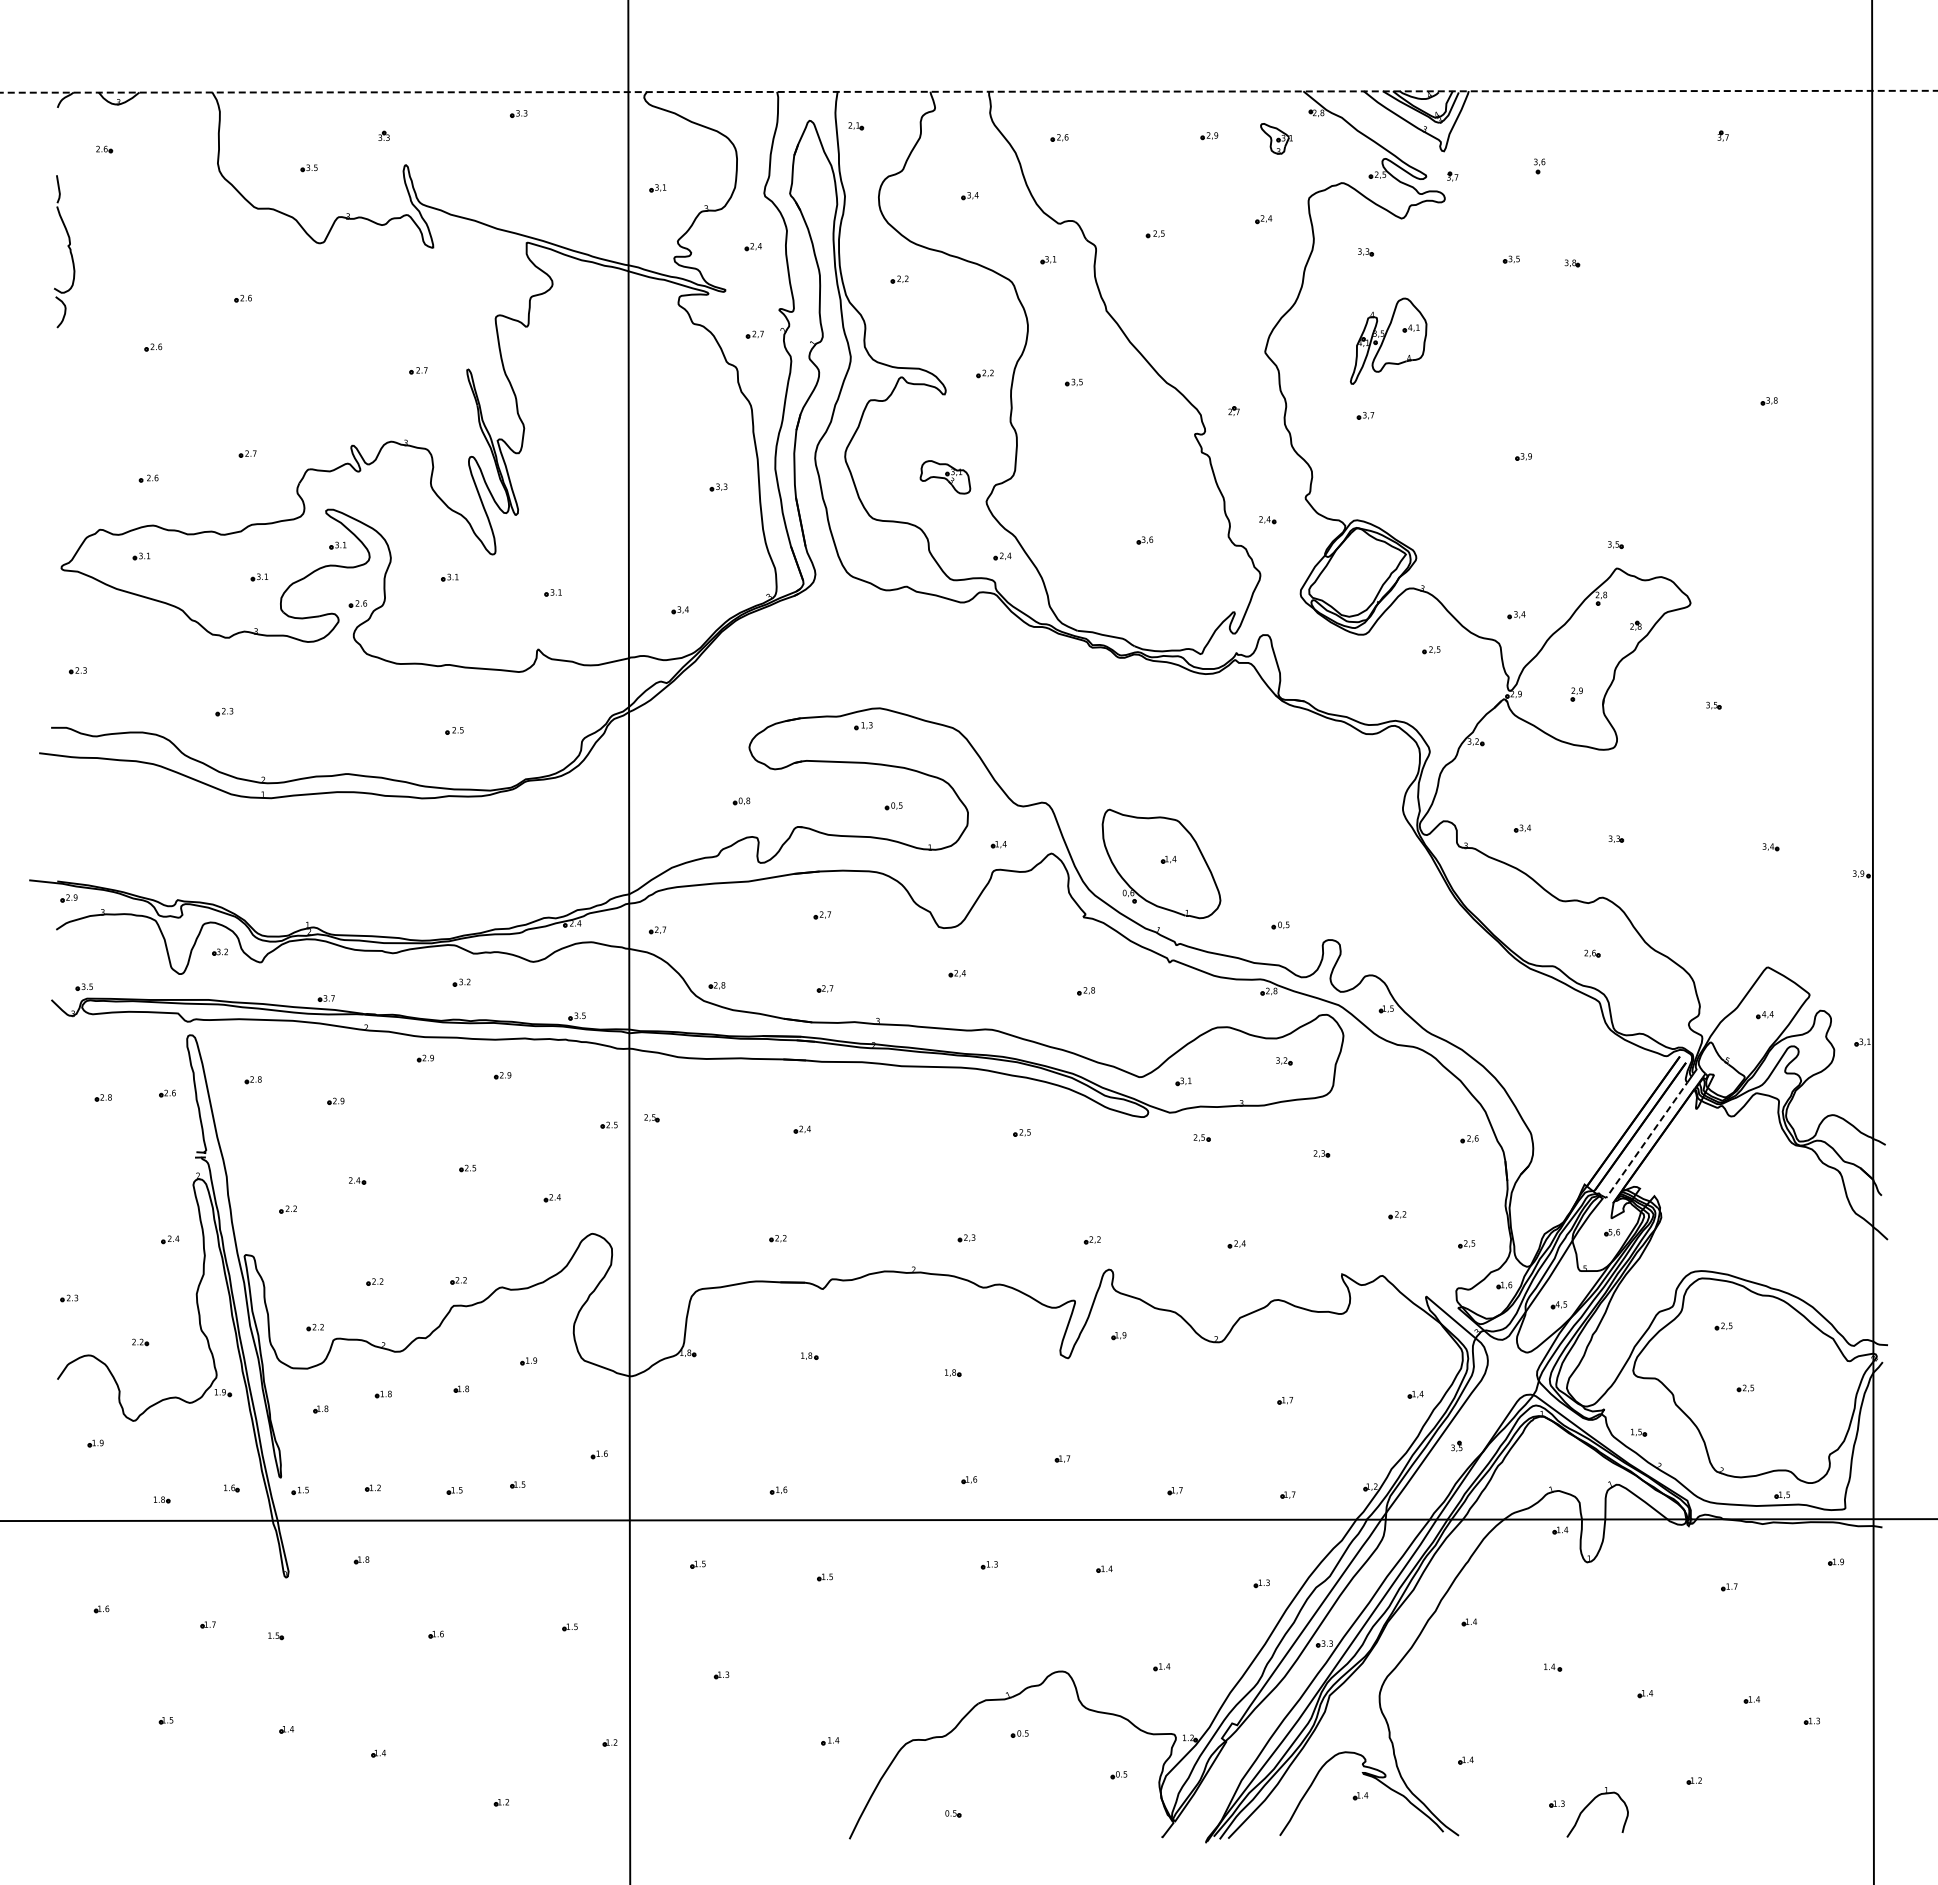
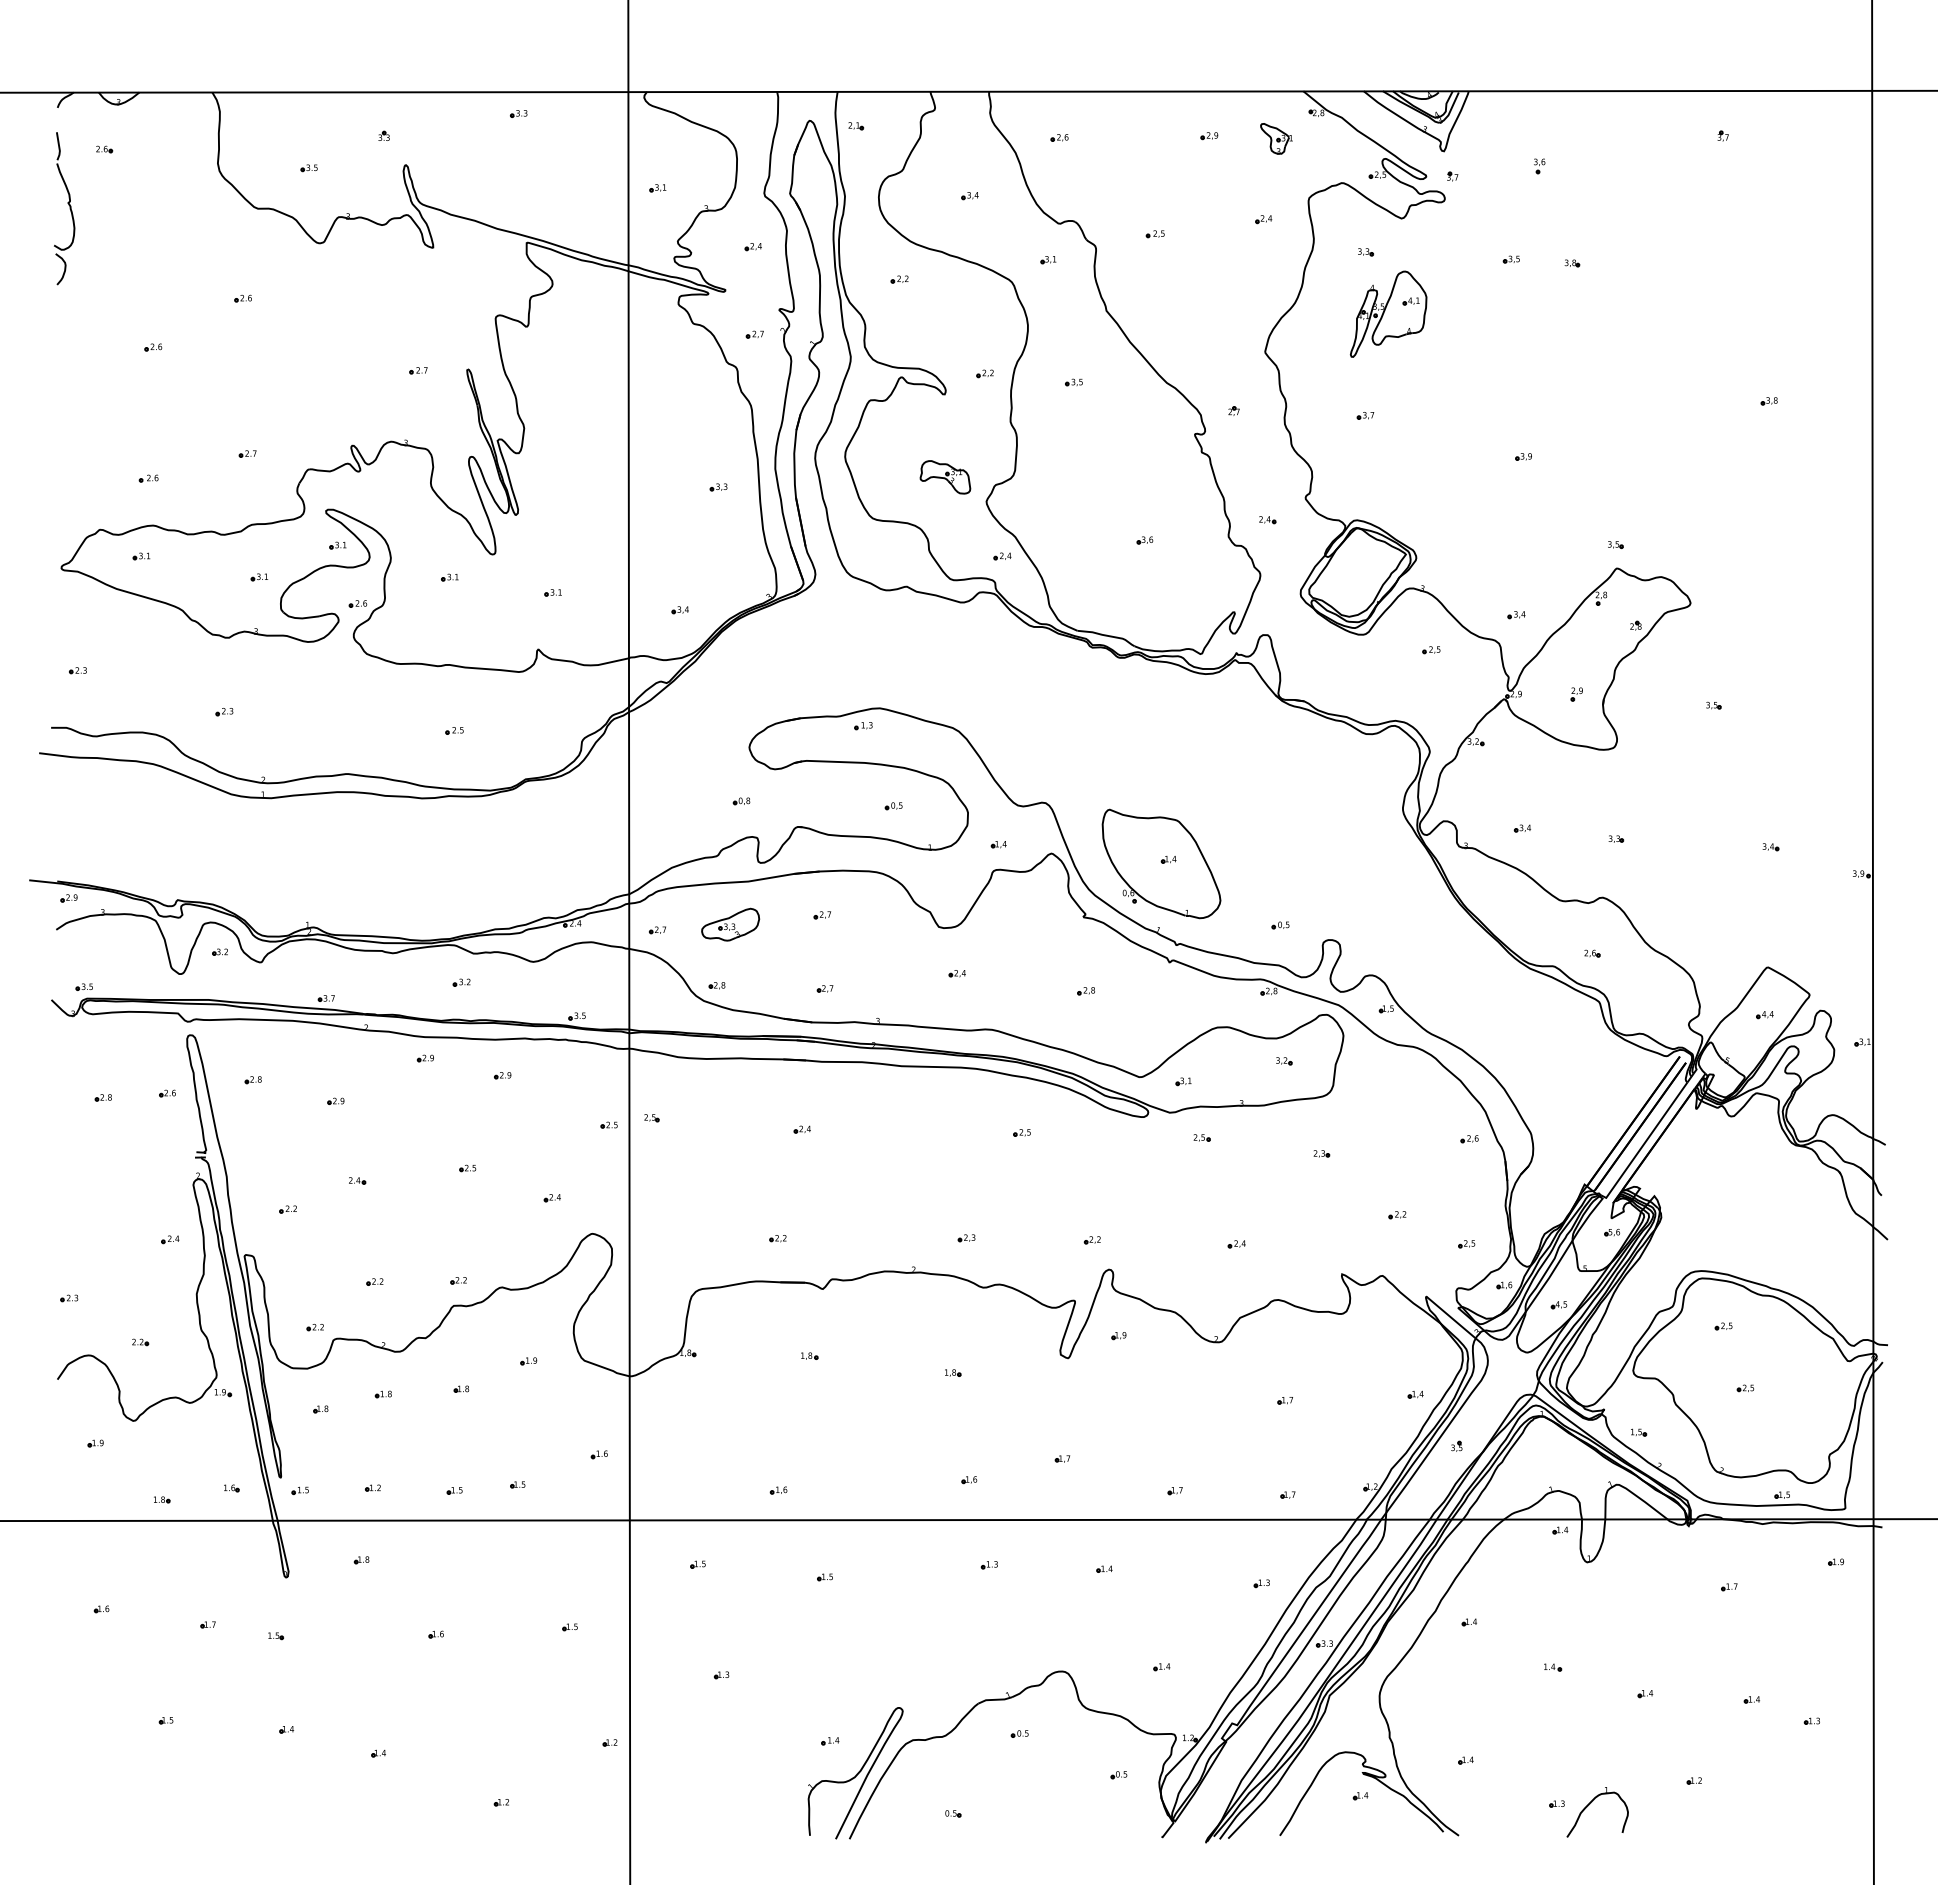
line at (968, 91): dashed -> solid
part at (64, 251) position: (64, 251) -> (64, 208)
part at (1388, 340) position: (1388, 340) -> (1388, 313)
part at (730, 924): none -> present
line at (1645, 1142): dashed -> solid
part at (855, 1773): none -> present
